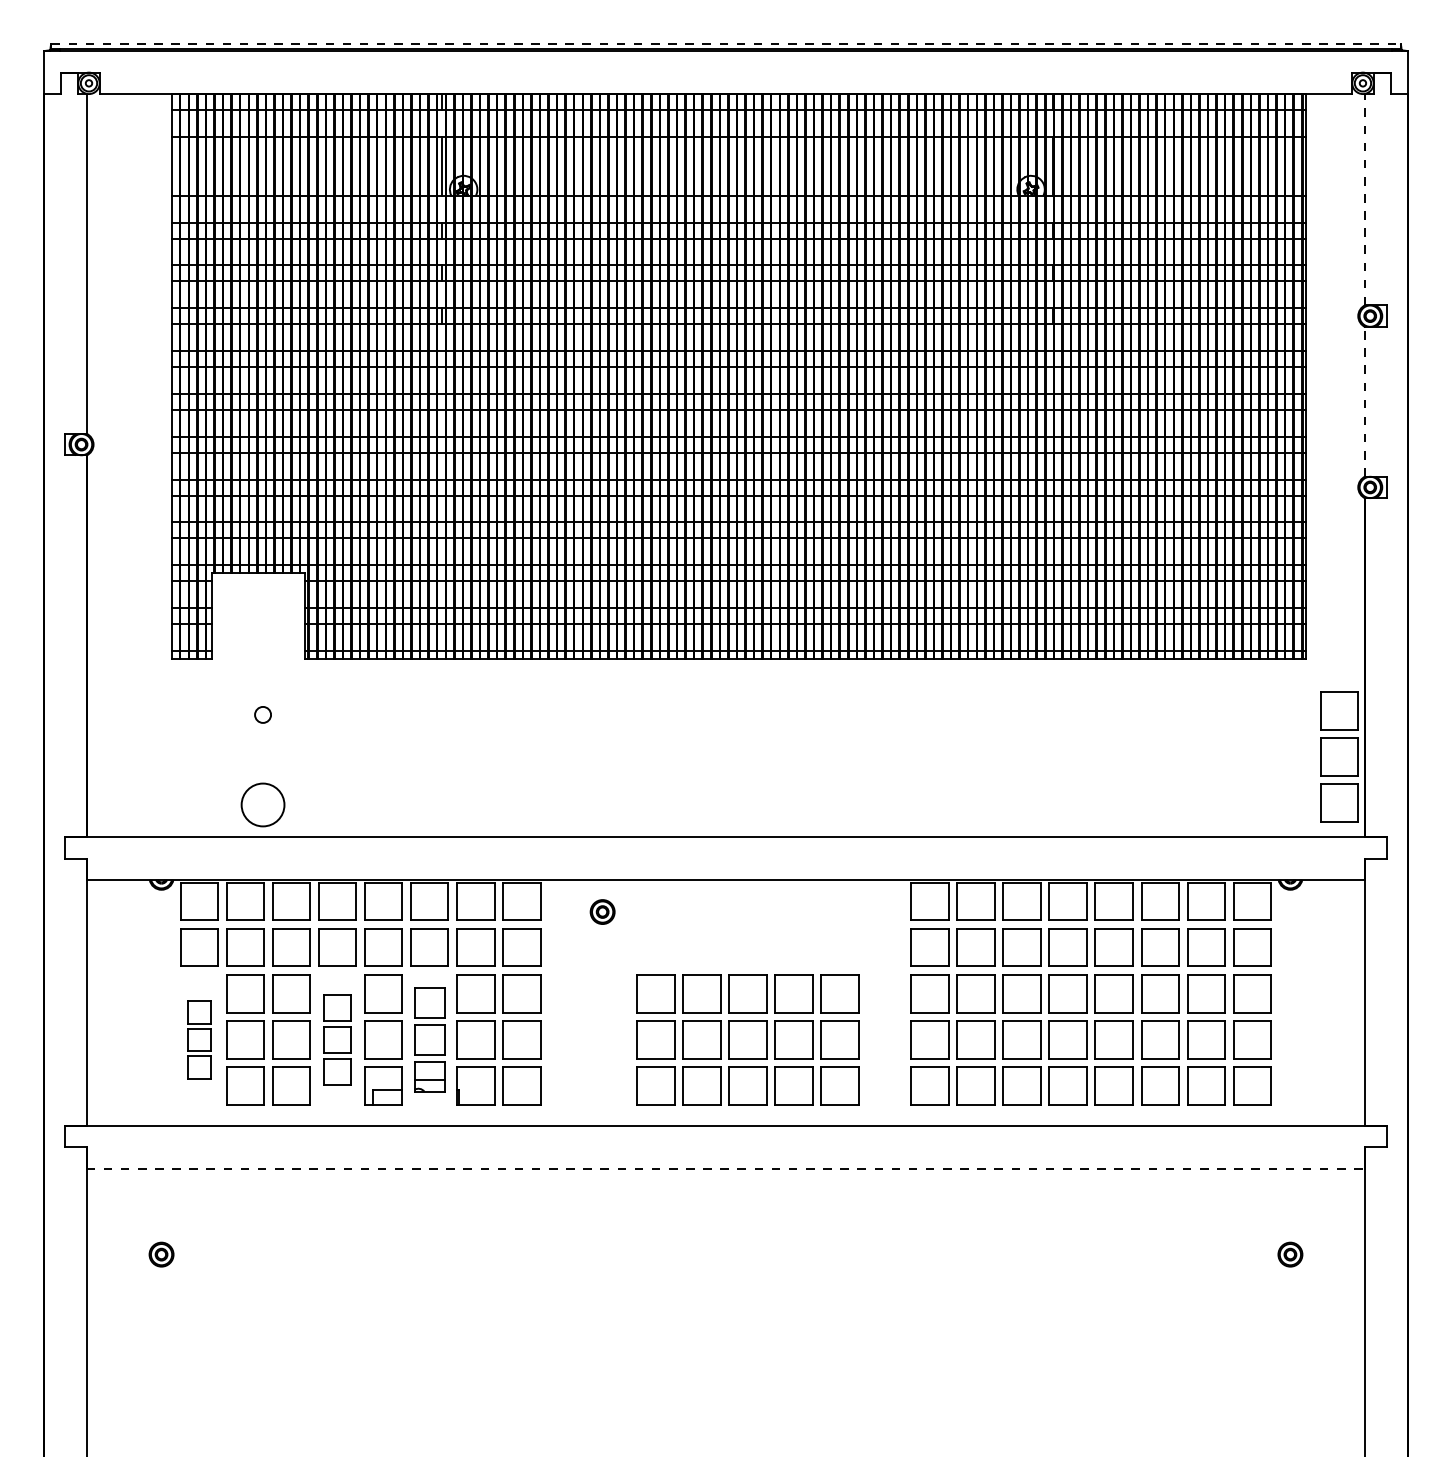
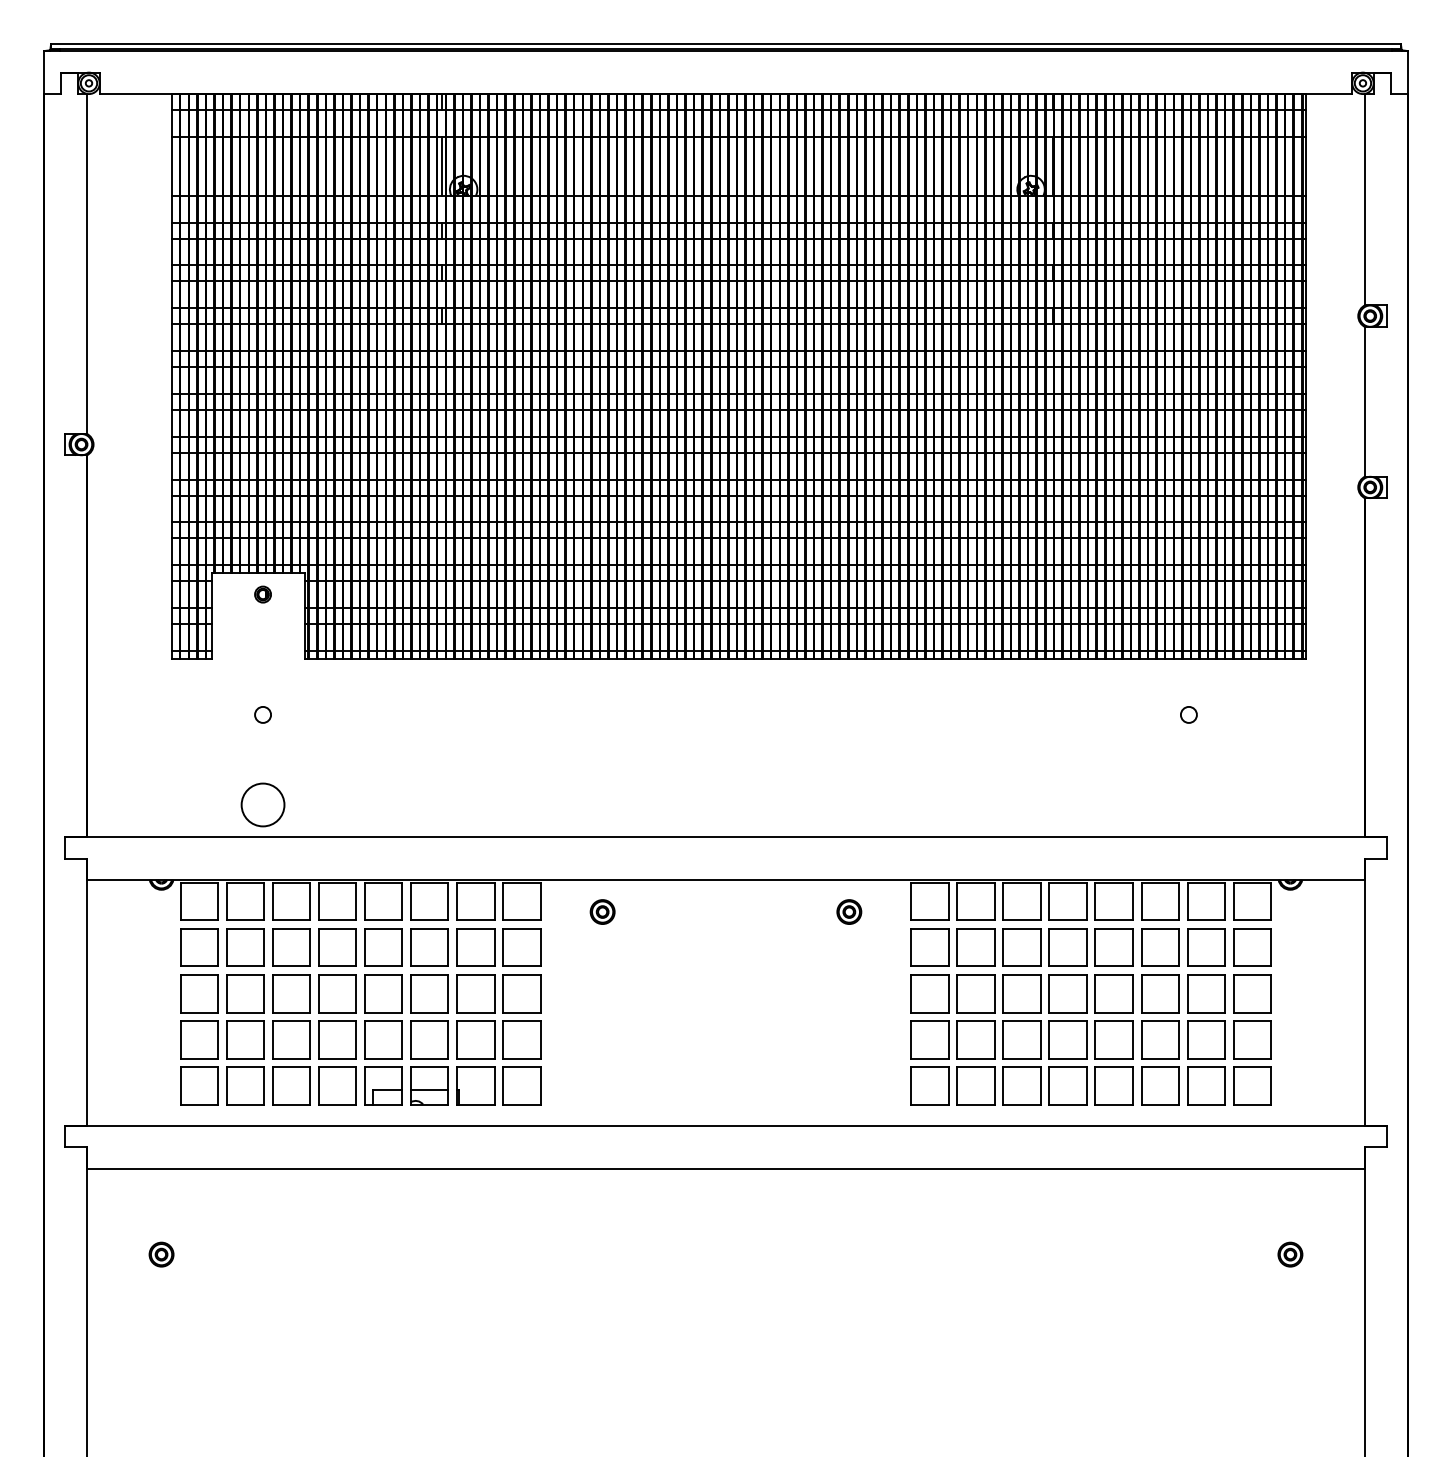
line at (725, 43): dashed -> solid
line at (1365, 199): dashed -> solid
line at (1365, 401): dashed -> solid
part at (262, 594): none -> present
circle at (1188, 714): none -> present
part at (1339, 756): present -> none
part at (849, 911): none -> present
part at (199, 1039) size: 25x80 px -> 39x132 px
part at (337, 1039) size: 29x92 px -> 39x132 px
part at (429, 1039) size: 32x106 px -> 39x132 px
part at (747, 1039): present -> none
line at (726, 1168): dashed -> solid
